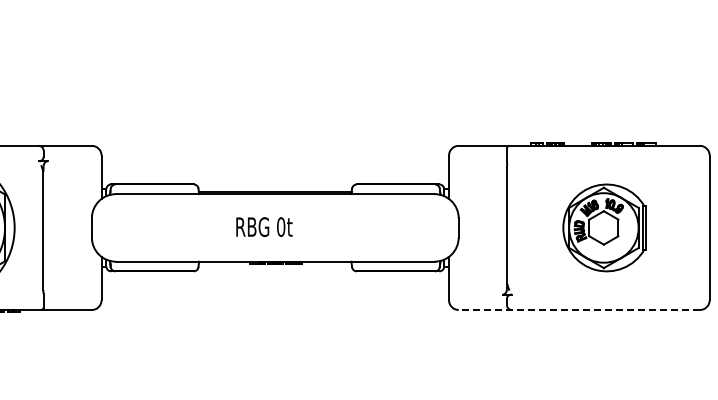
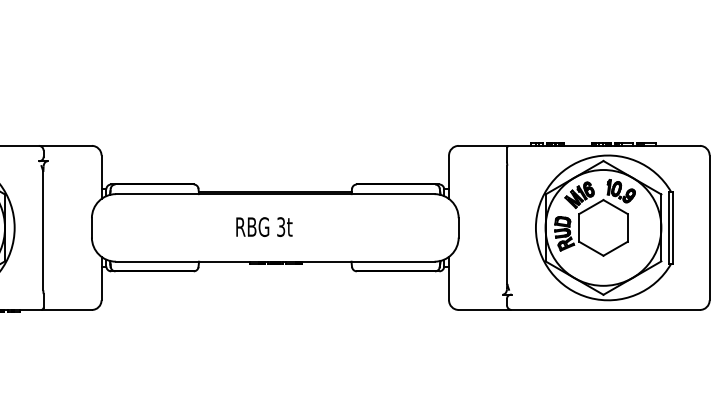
text at (281, 226): 0t -> 3t
part at (604, 227) size: 85x90 px -> 139x148 px
line at (579, 309): dashed -> solid
